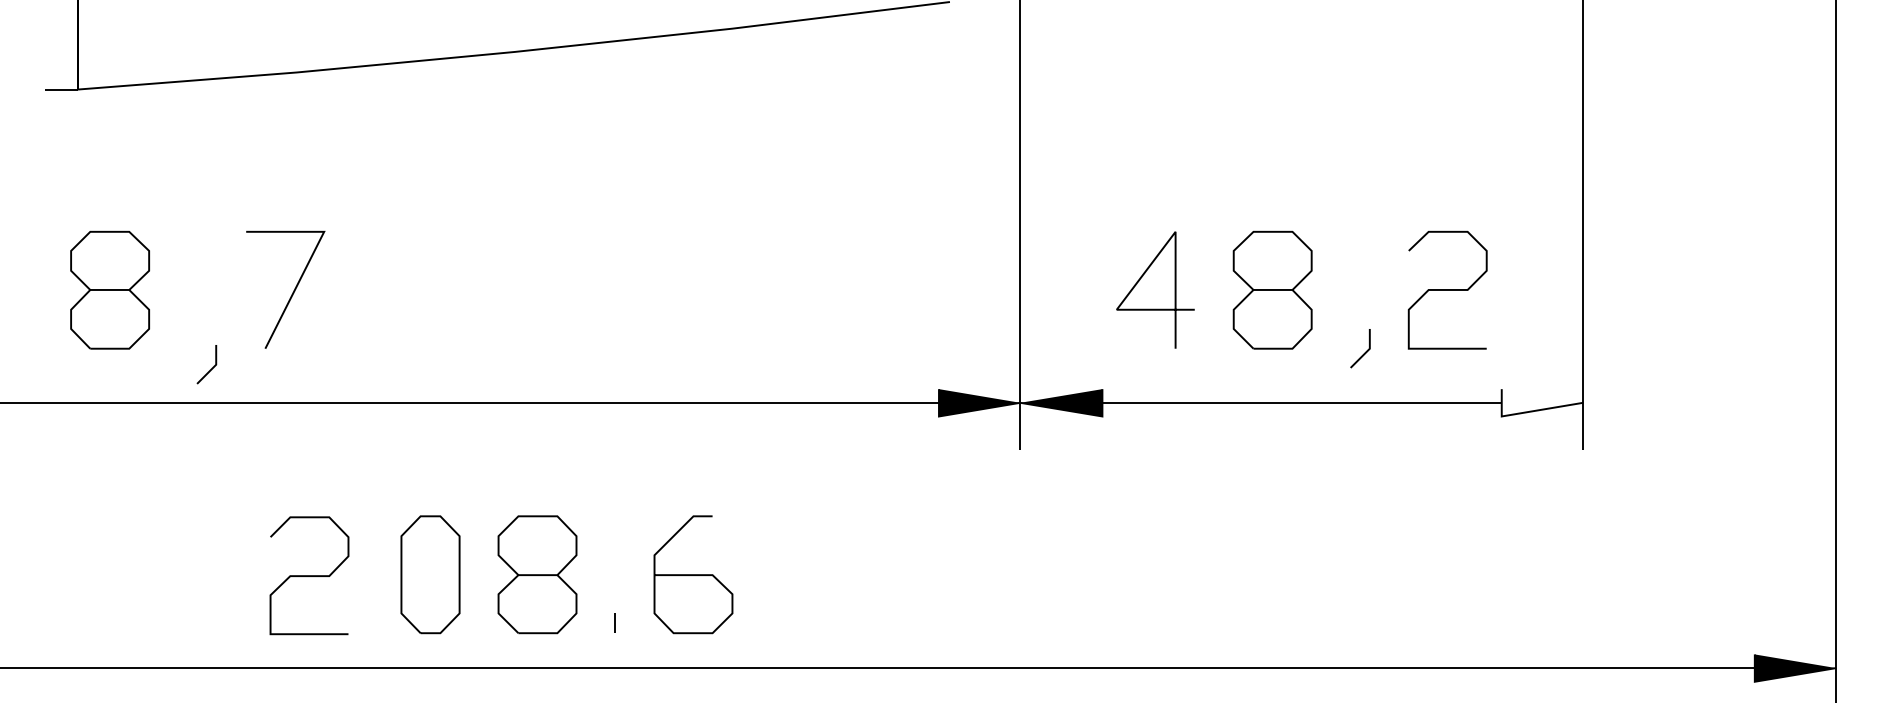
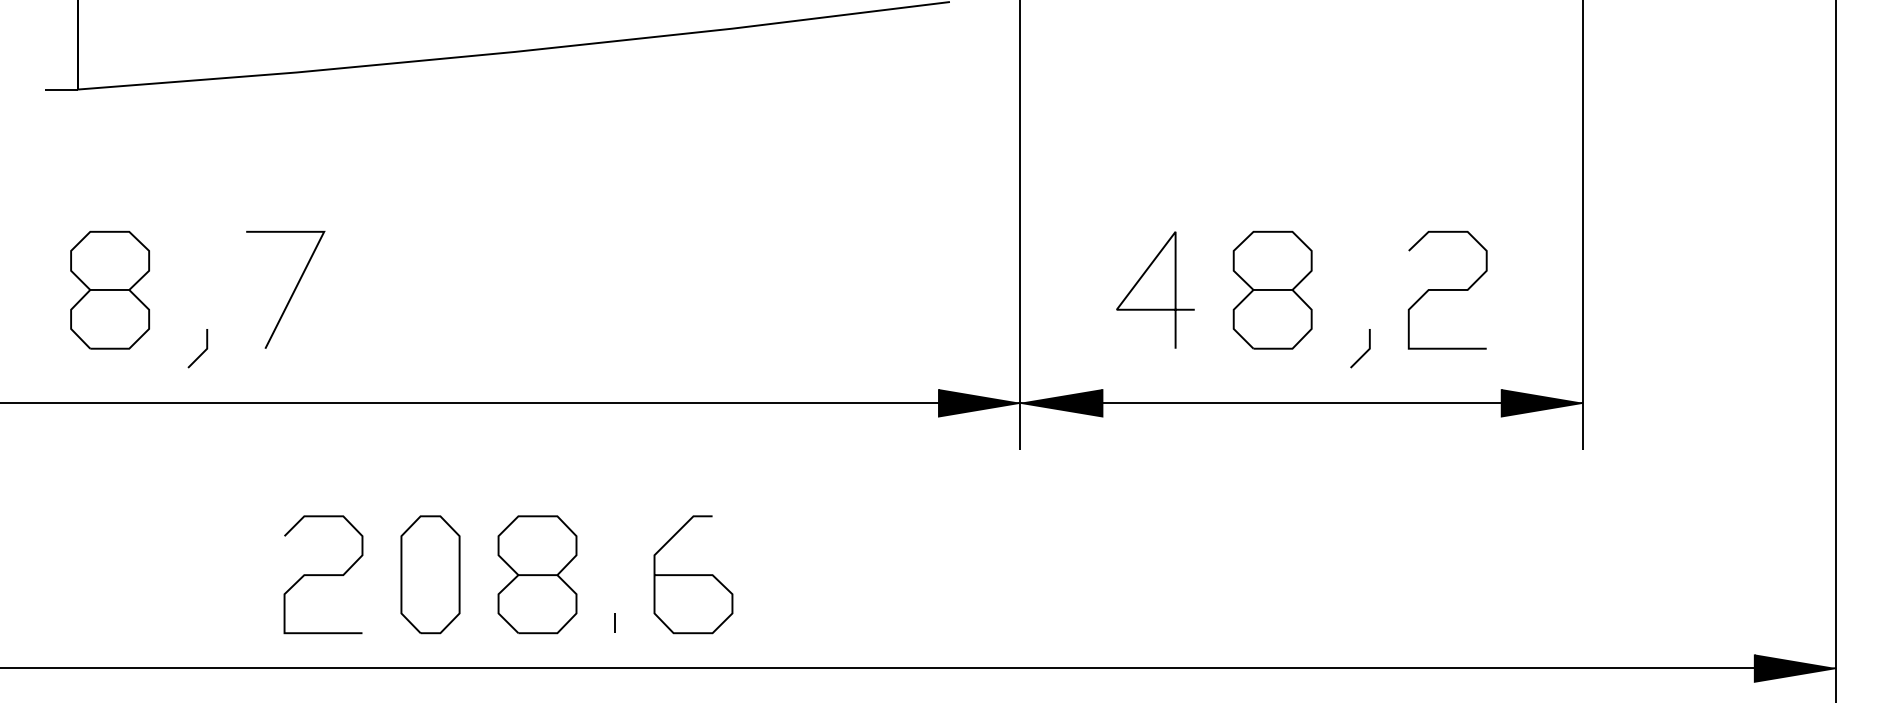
line at (211, 368) position: (211, 368) -> (202, 352)
fill at (1542, 402): none -> present
curve at (309, 575) position: (309, 575) -> (323, 574)
